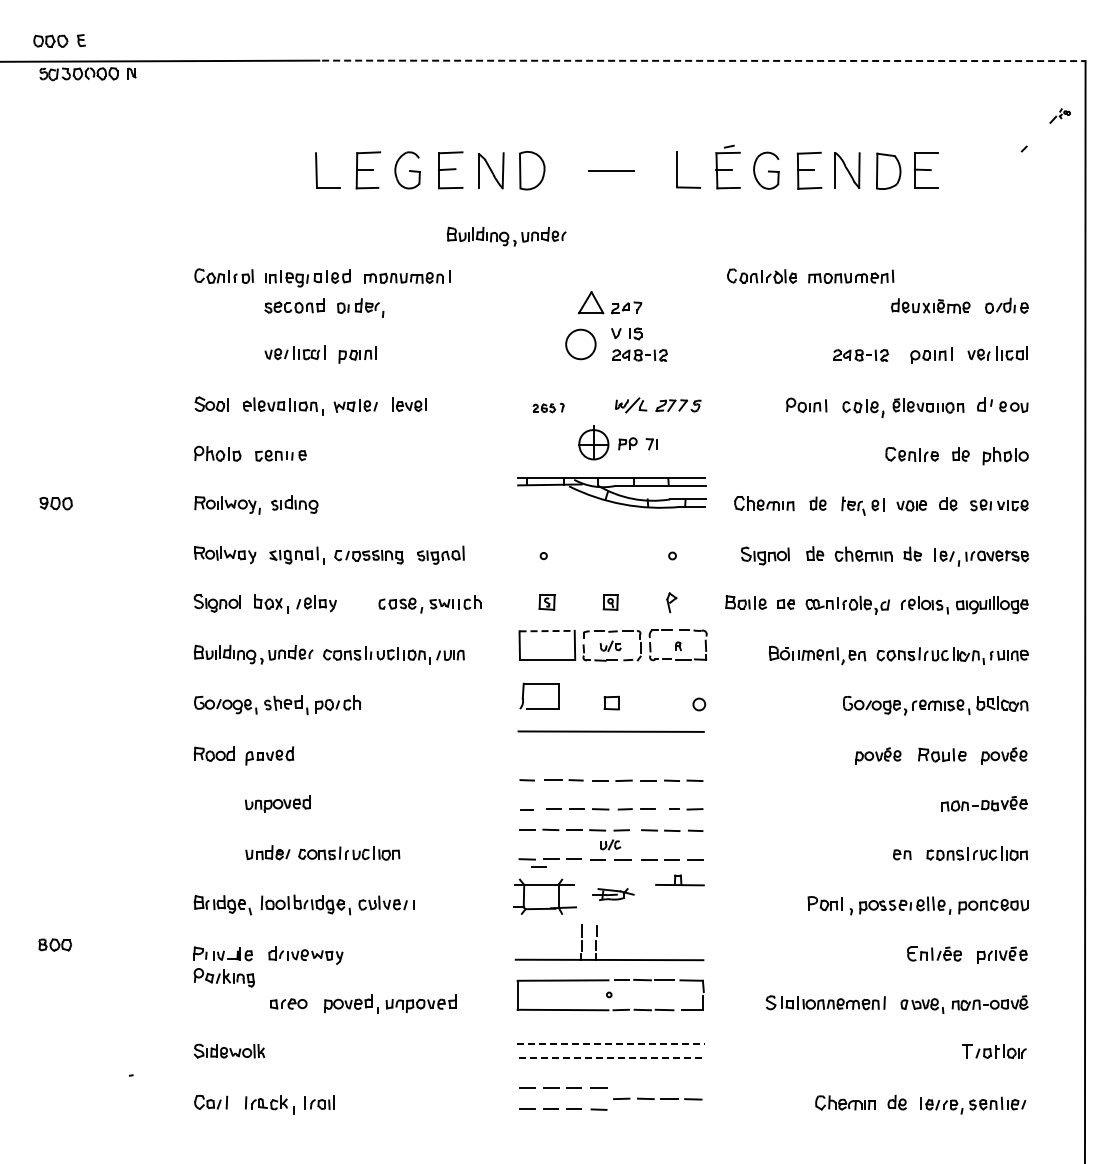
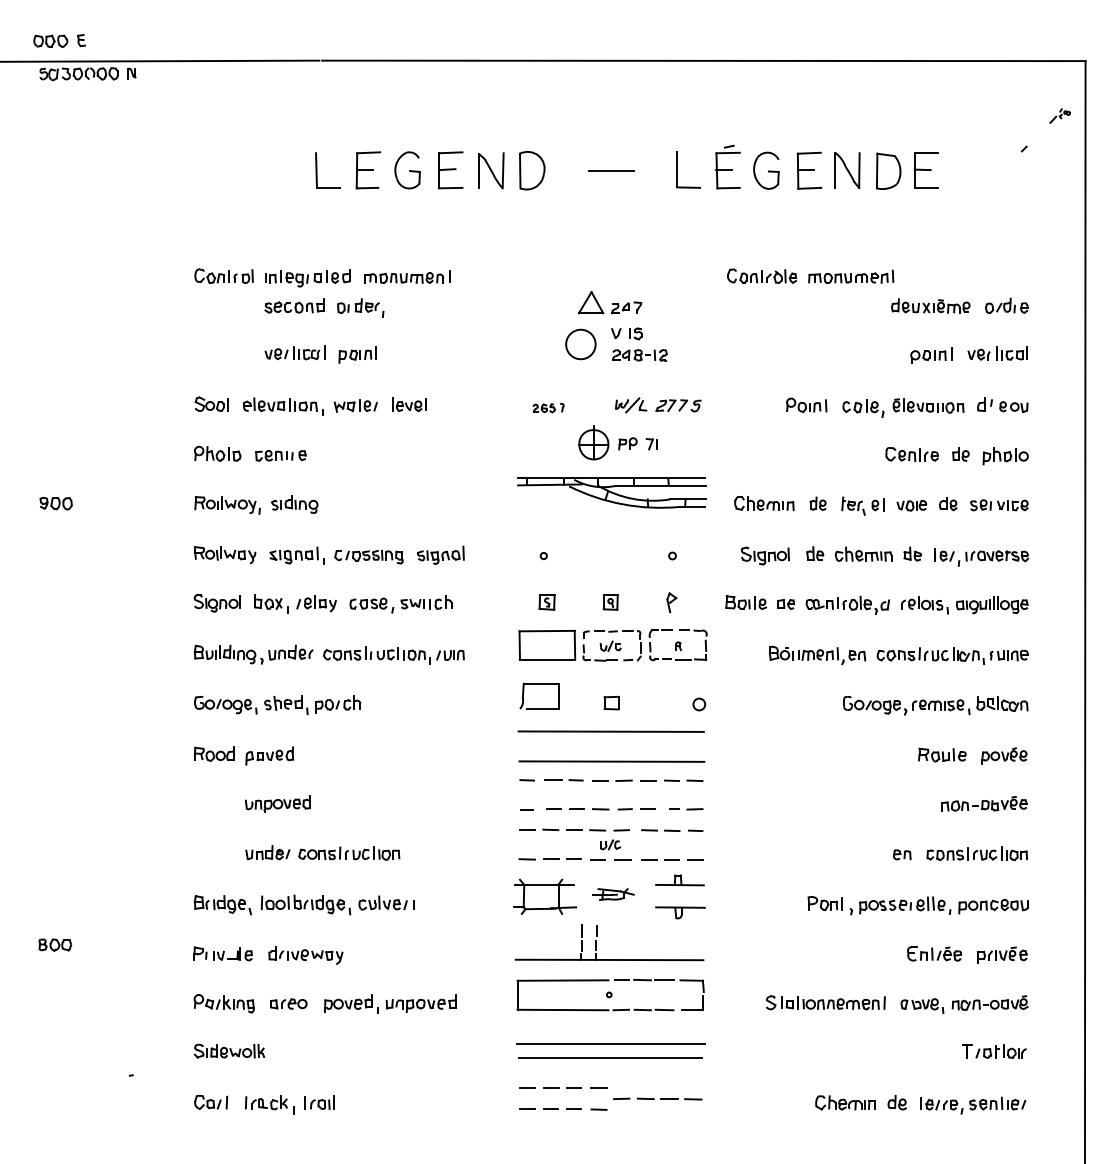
line at (703, 60): dashed -> solid
part at (506, 236): present -> none
part at (860, 355): present -> none
part at (429, 604) position: (429, 604) -> (400, 604)
line at (547, 631): dashed -> solid
part at (878, 755): present -> none
line at (611, 761): none -> present
line at (538, 866): present -> none
part at (680, 912): none -> present
part at (223, 977) position: (223, 977) -> (223, 1003)
line at (611, 1043): dashed -> solid
line at (610, 1058): dashed -> solid
